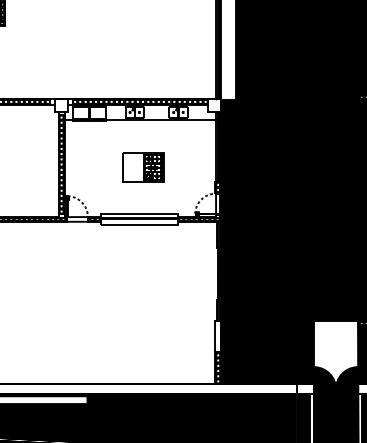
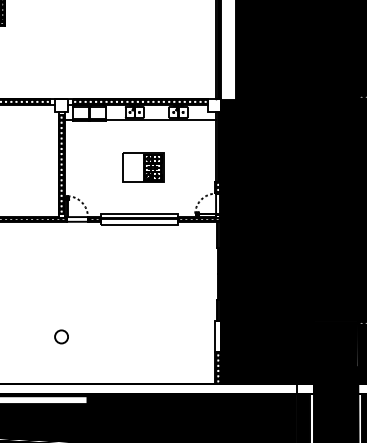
circle at (61, 336): none -> present
fill at (335, 355): none -> present
